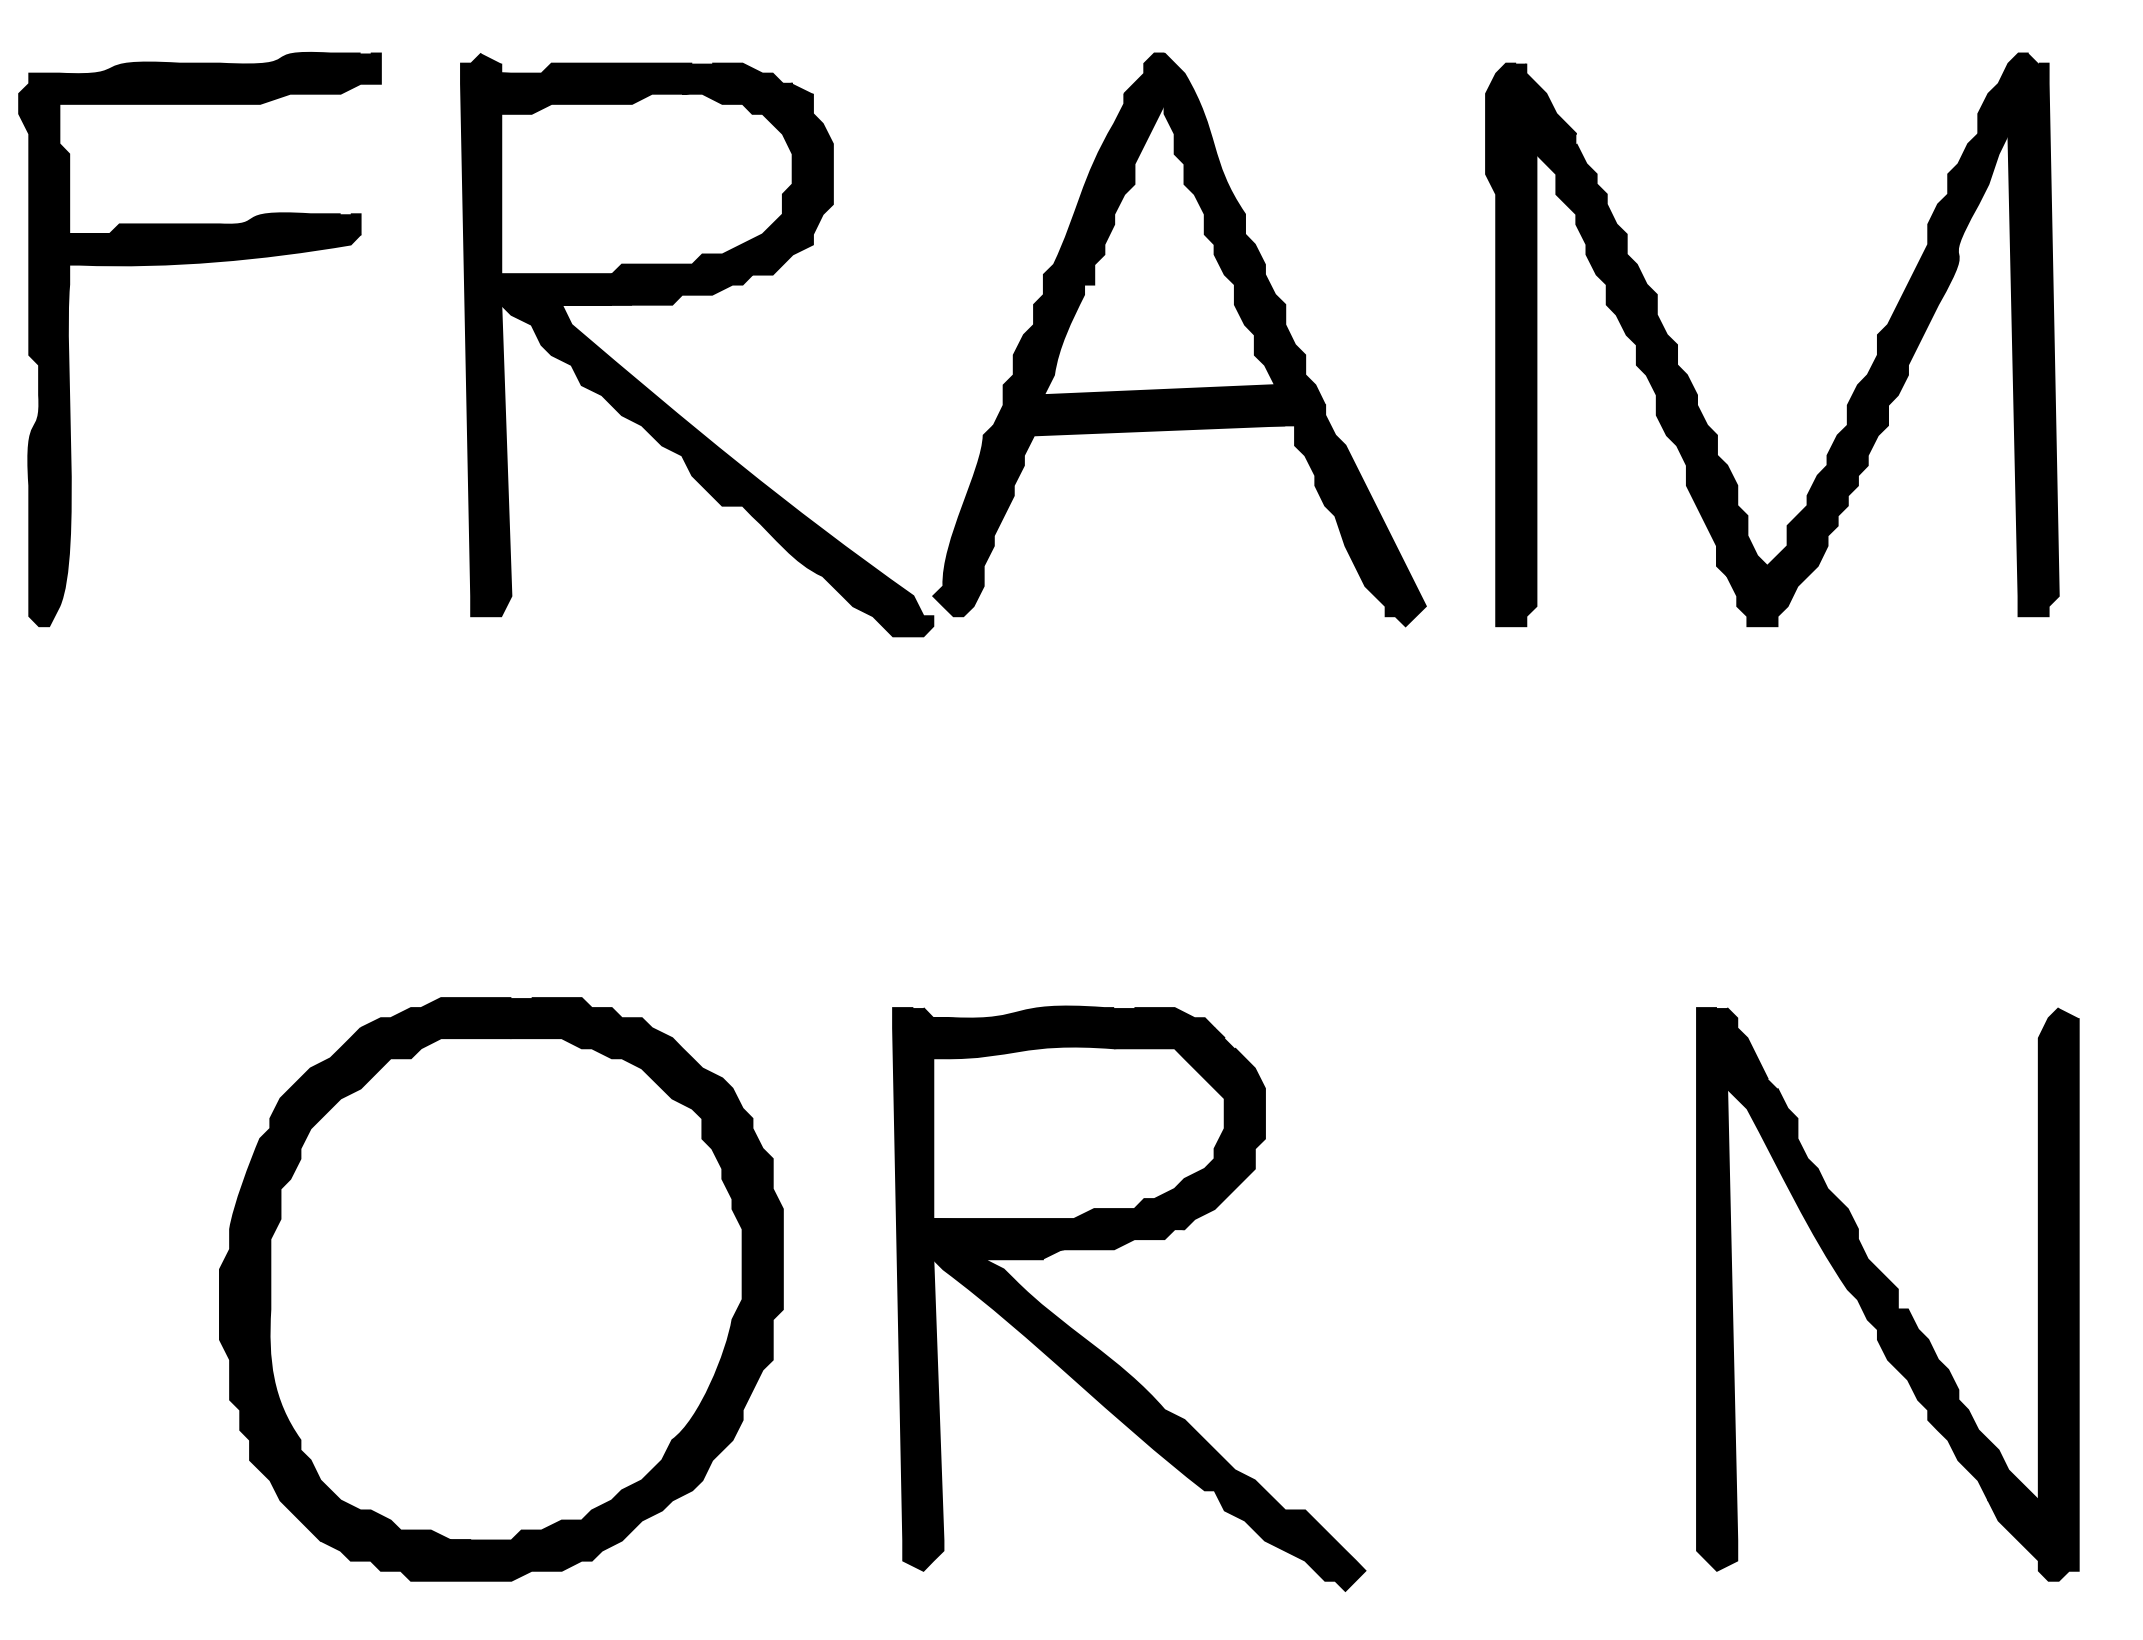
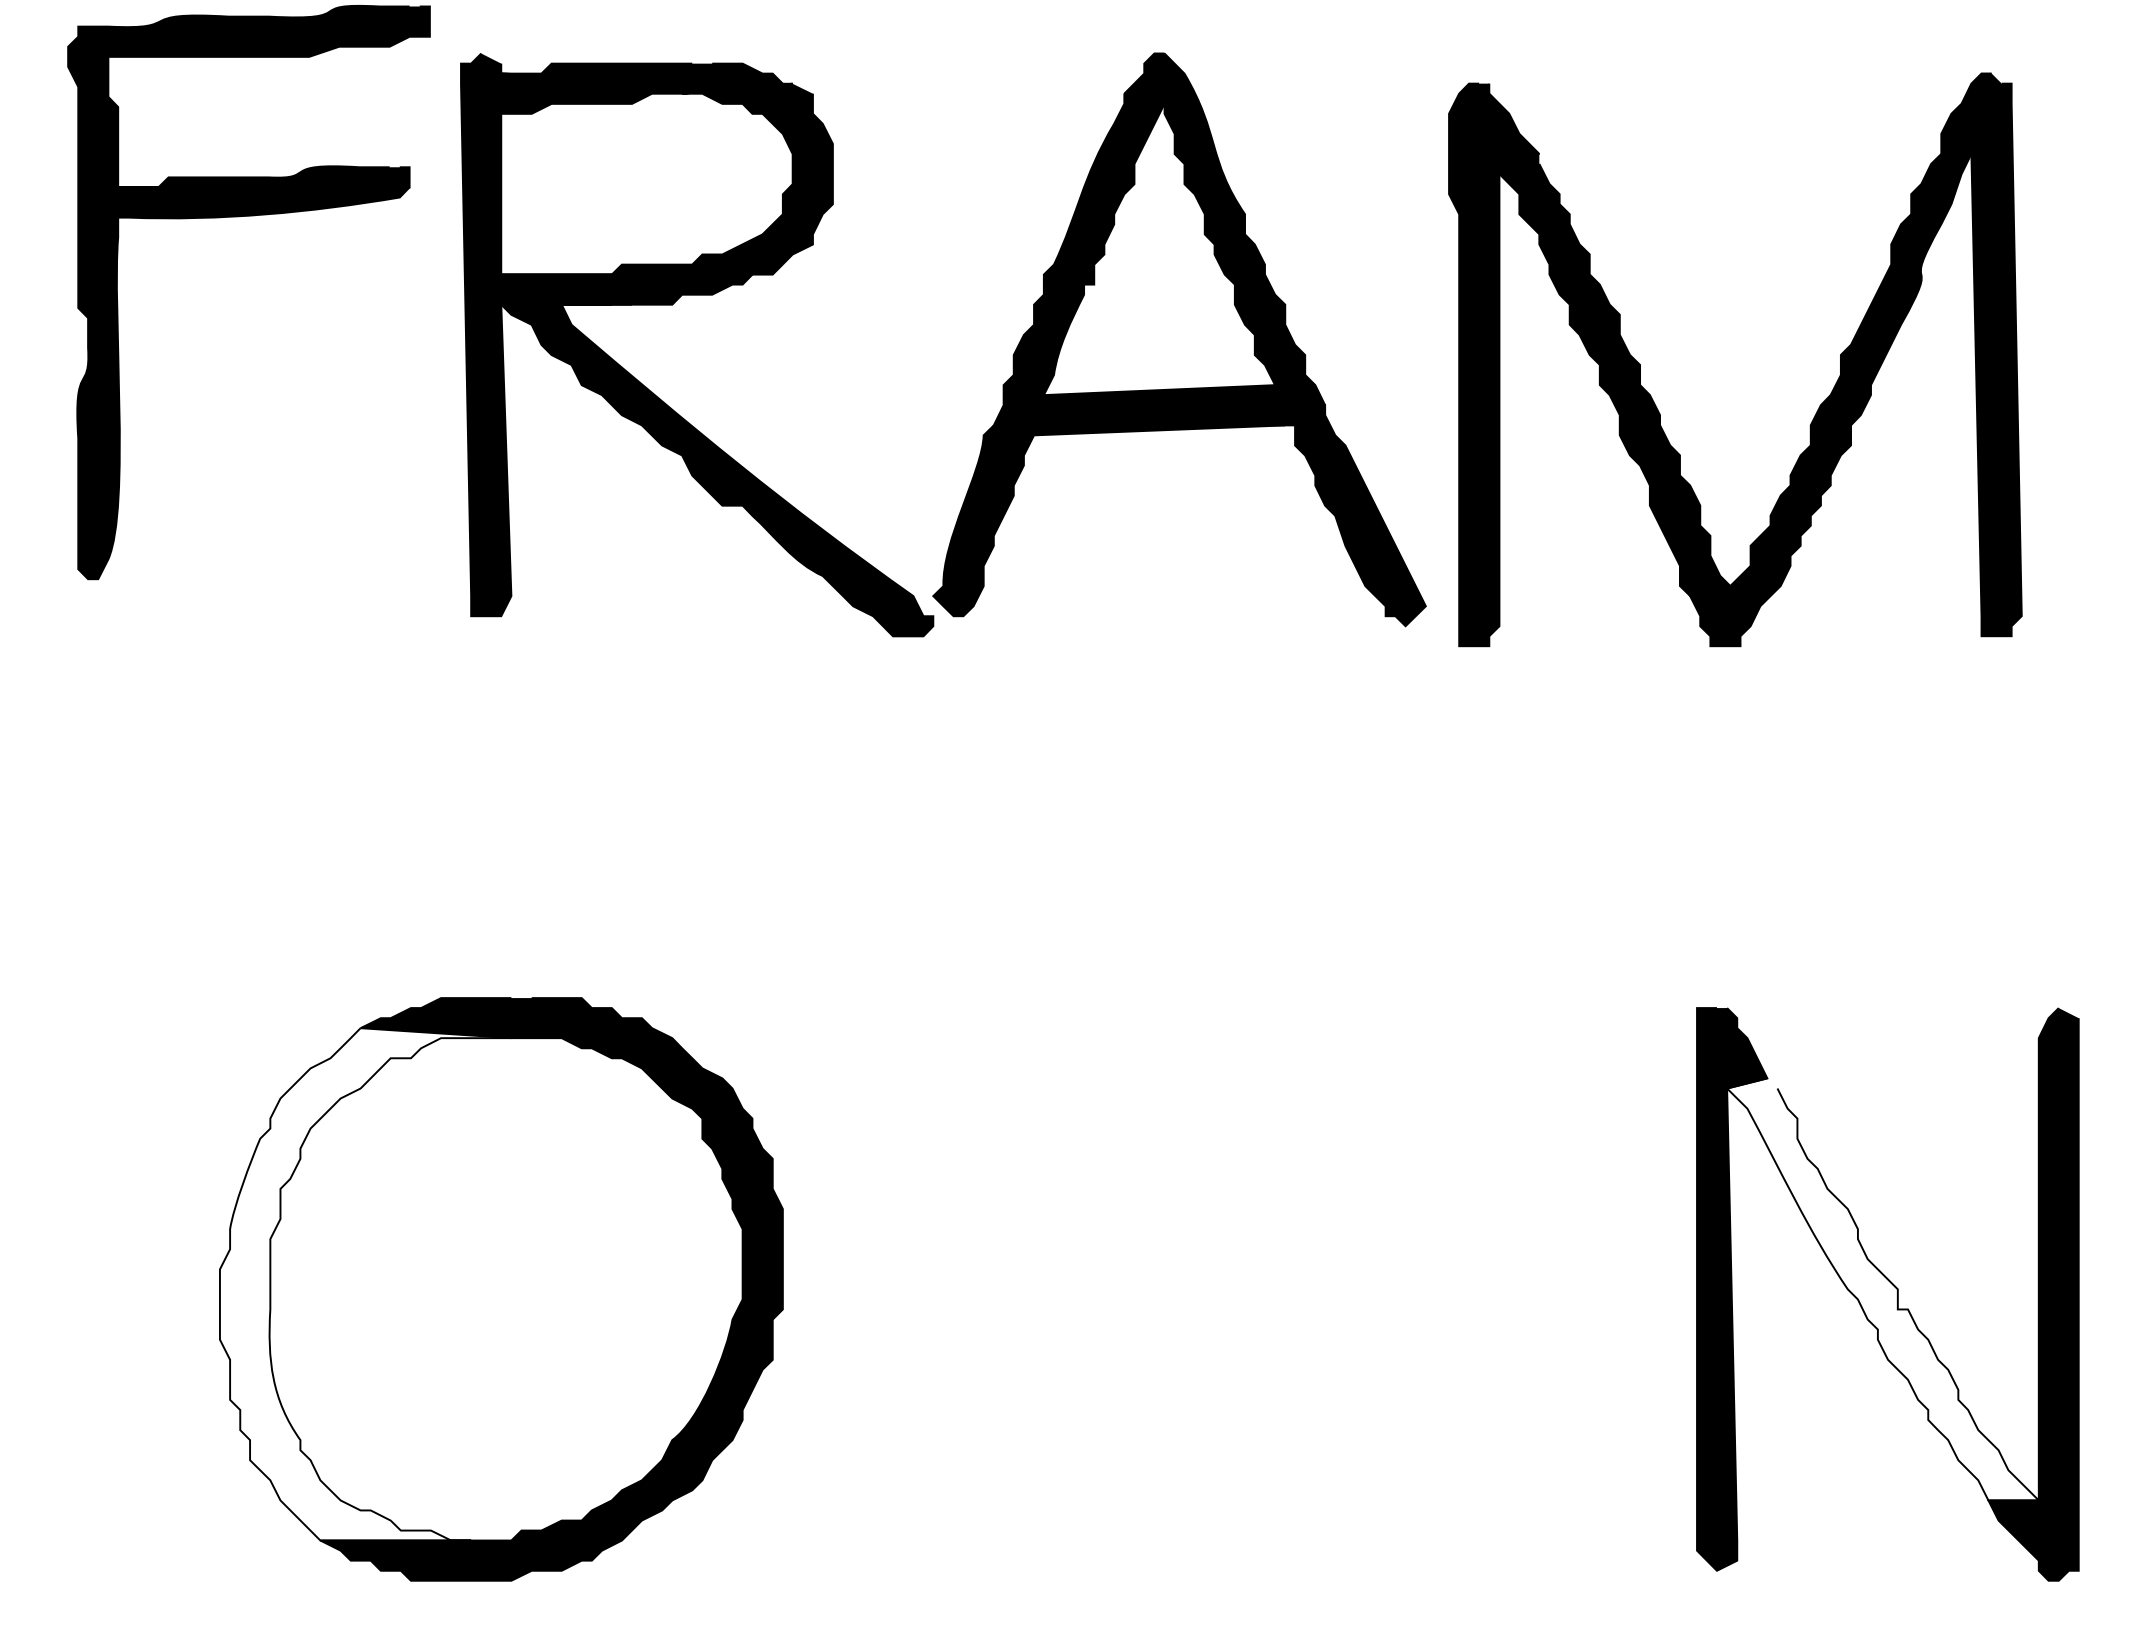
part at (190, 264) position: (190, 264) -> (239, 217)
part at (1690, 379) position: (1690, 379) -> (1653, 399)
part at (1114, 1250): present -> none
fill at (365, 1284): present -> none
fill at (1882, 1289): present -> none
